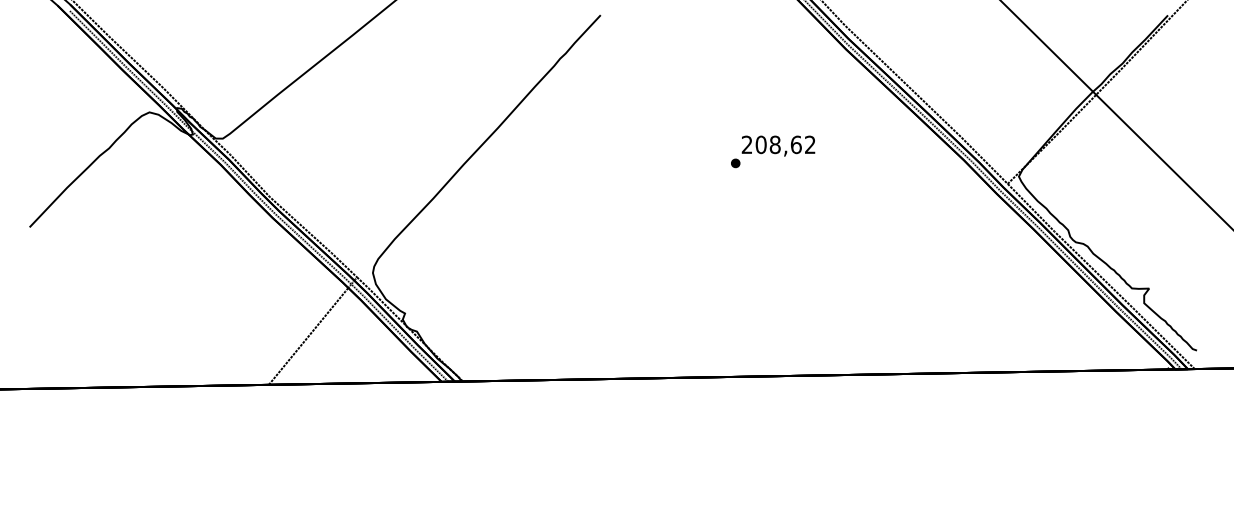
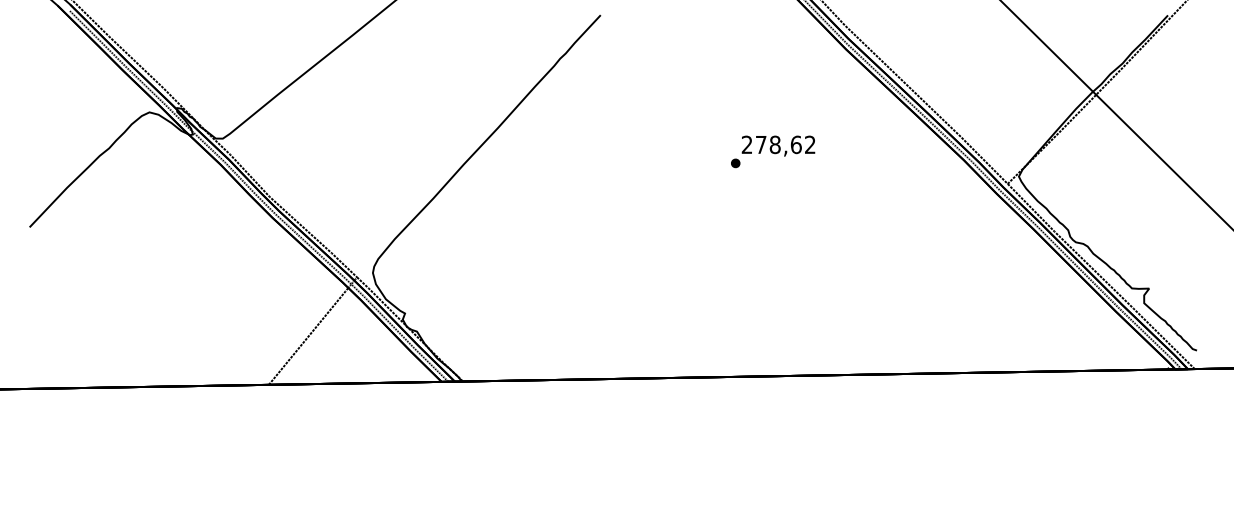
text at (760, 144): 208,62 -> 278,62
